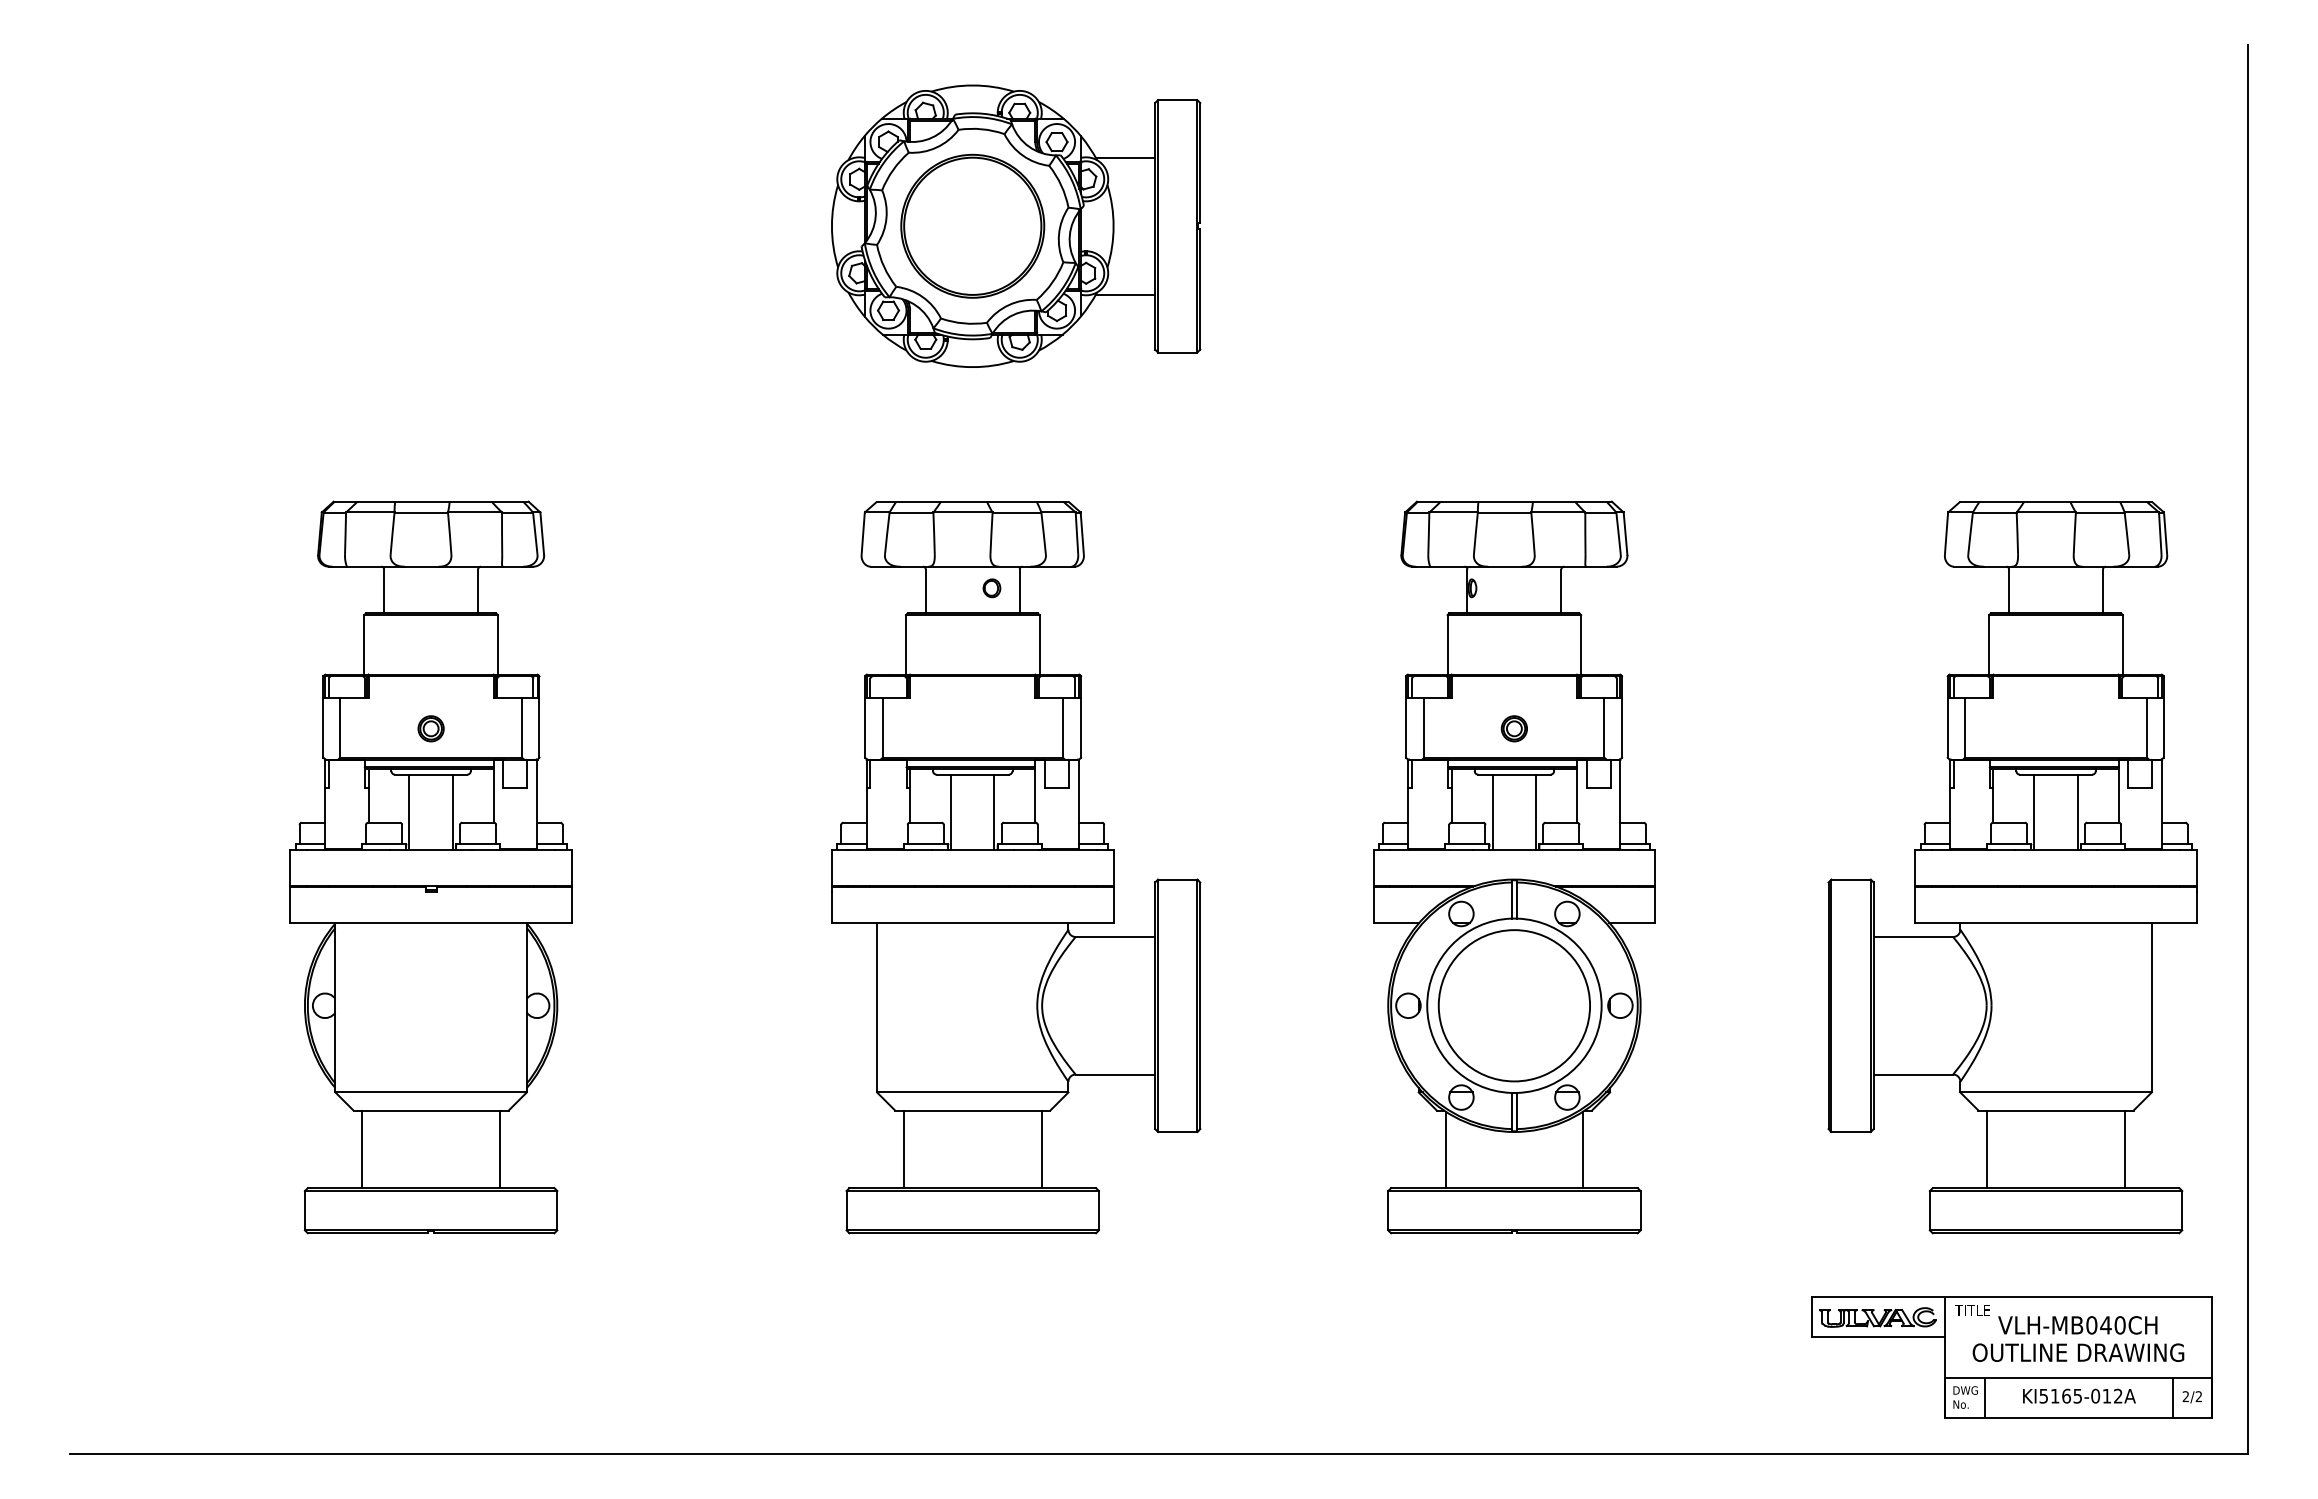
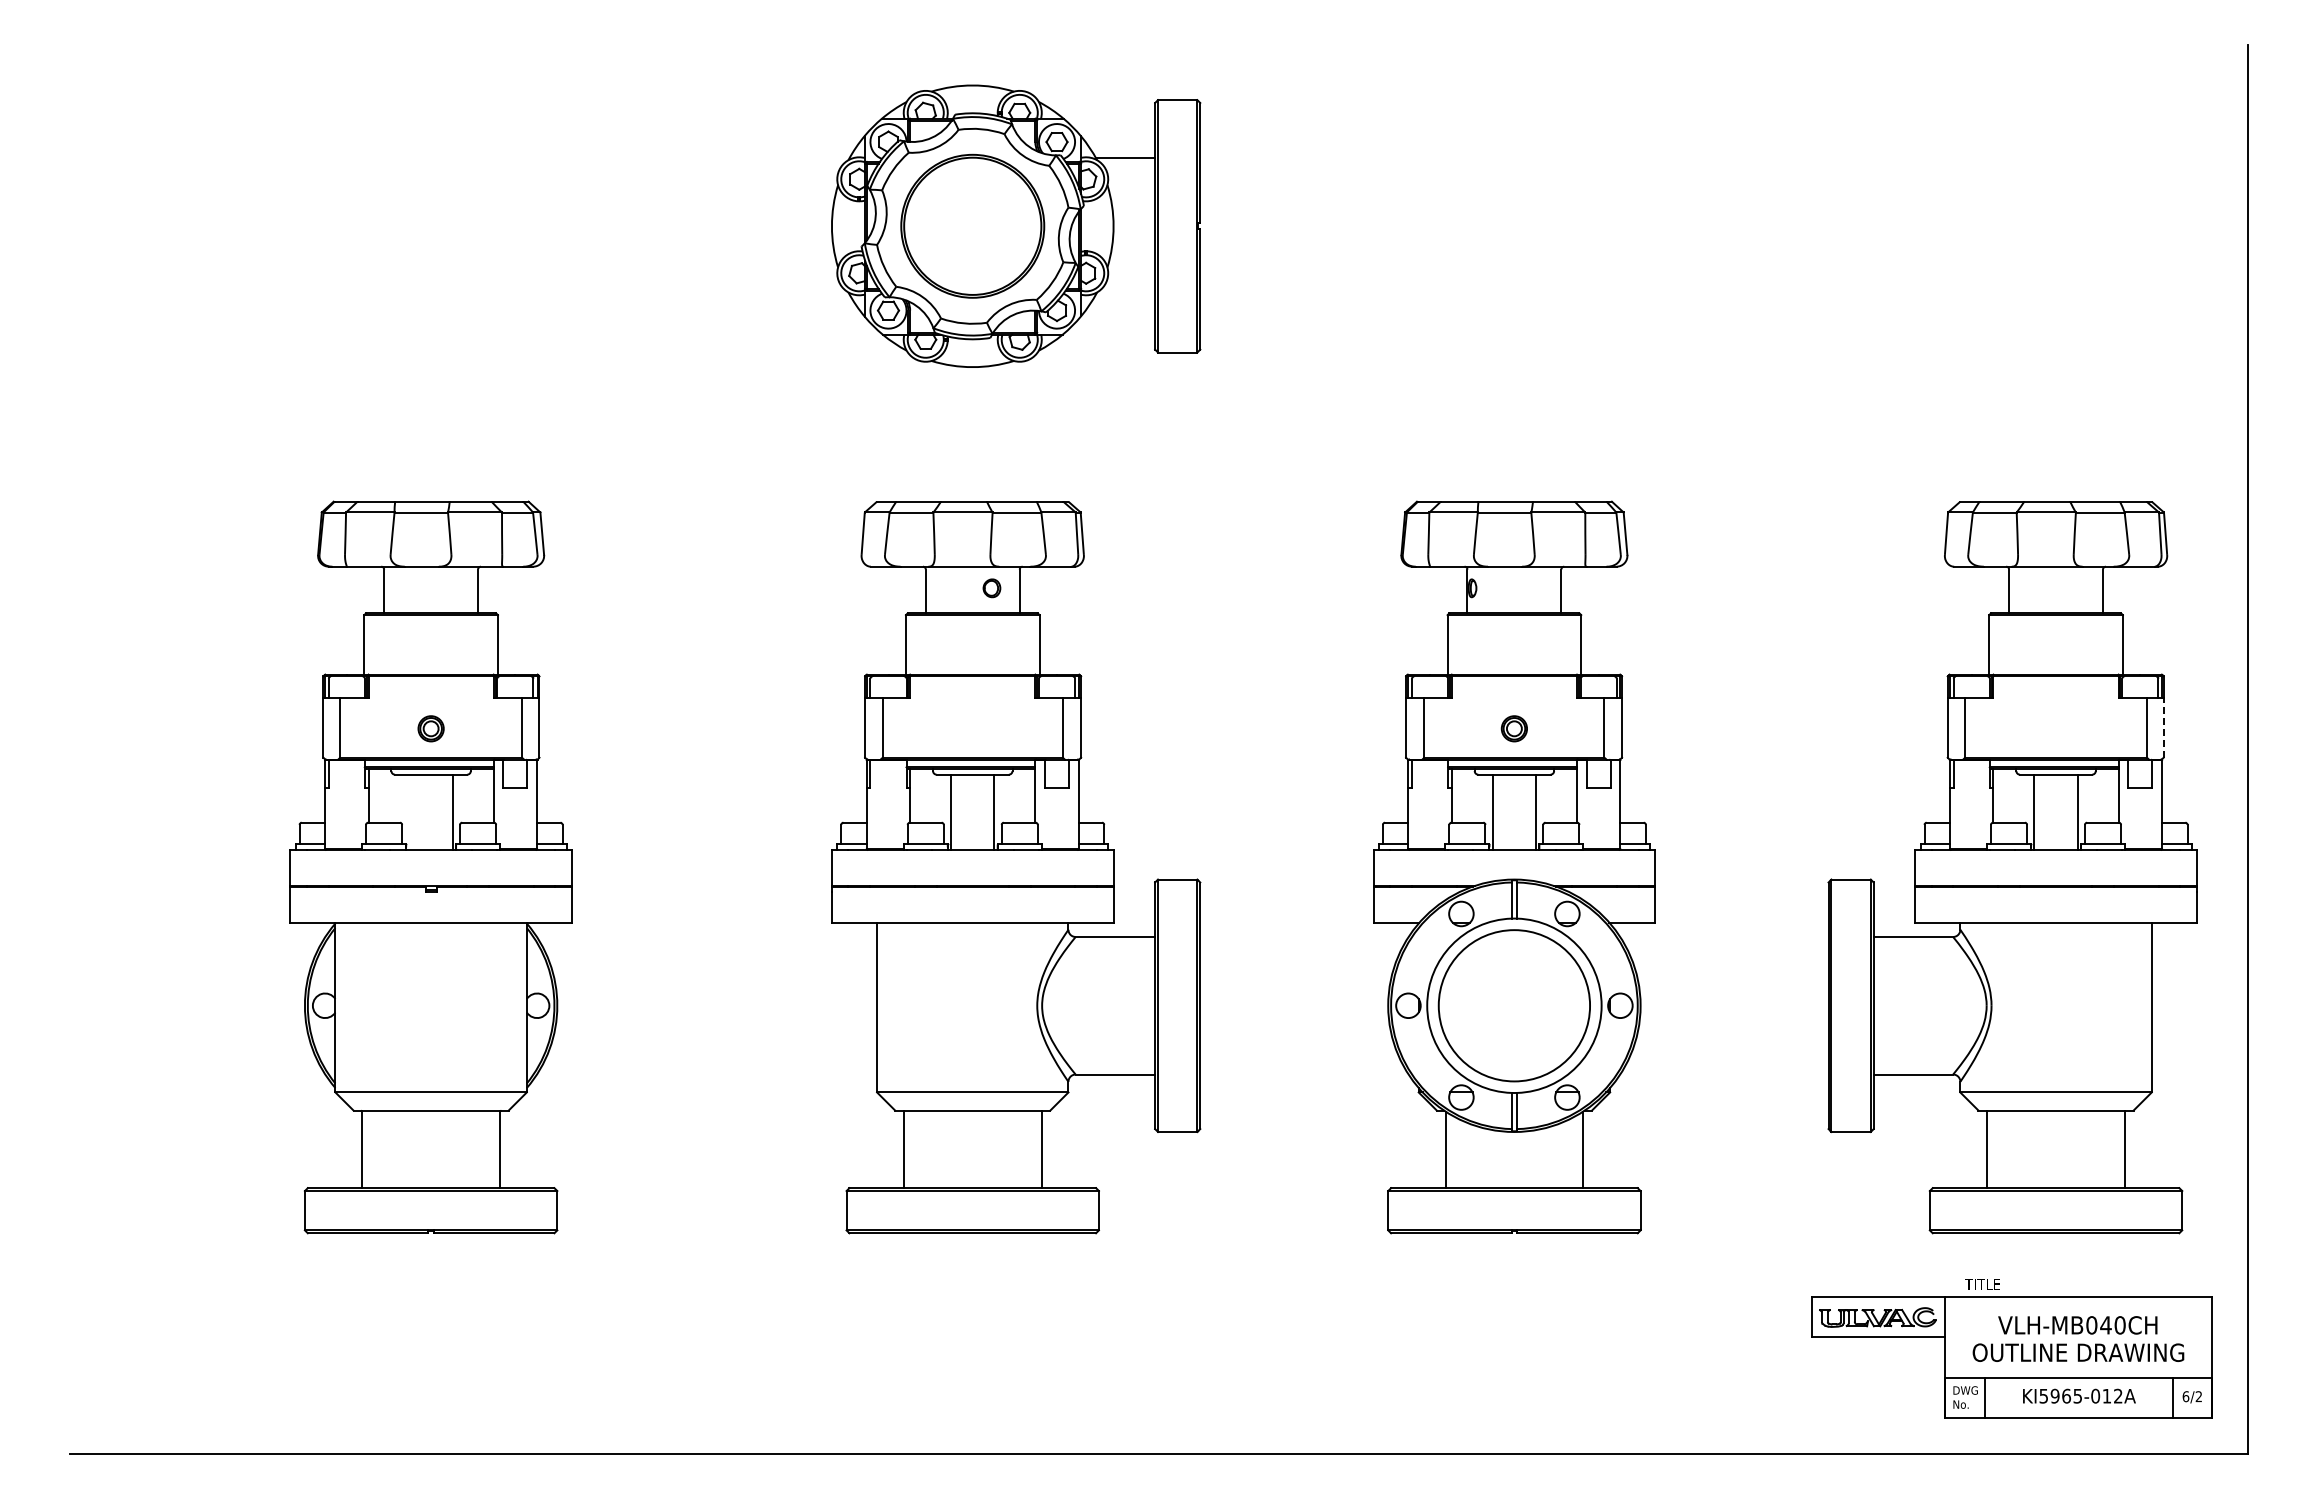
line at (1125, 295): present -> none
line at (2163, 727): solid -> dashed
line at (409, 811): present -> none
text at (1972, 1310) position: (1972, 1310) -> (1982, 1284)
text at (2054, 1395): KI5165-012A -> KI5965-012A
text at (2185, 1396): 2/2 -> 6/2
